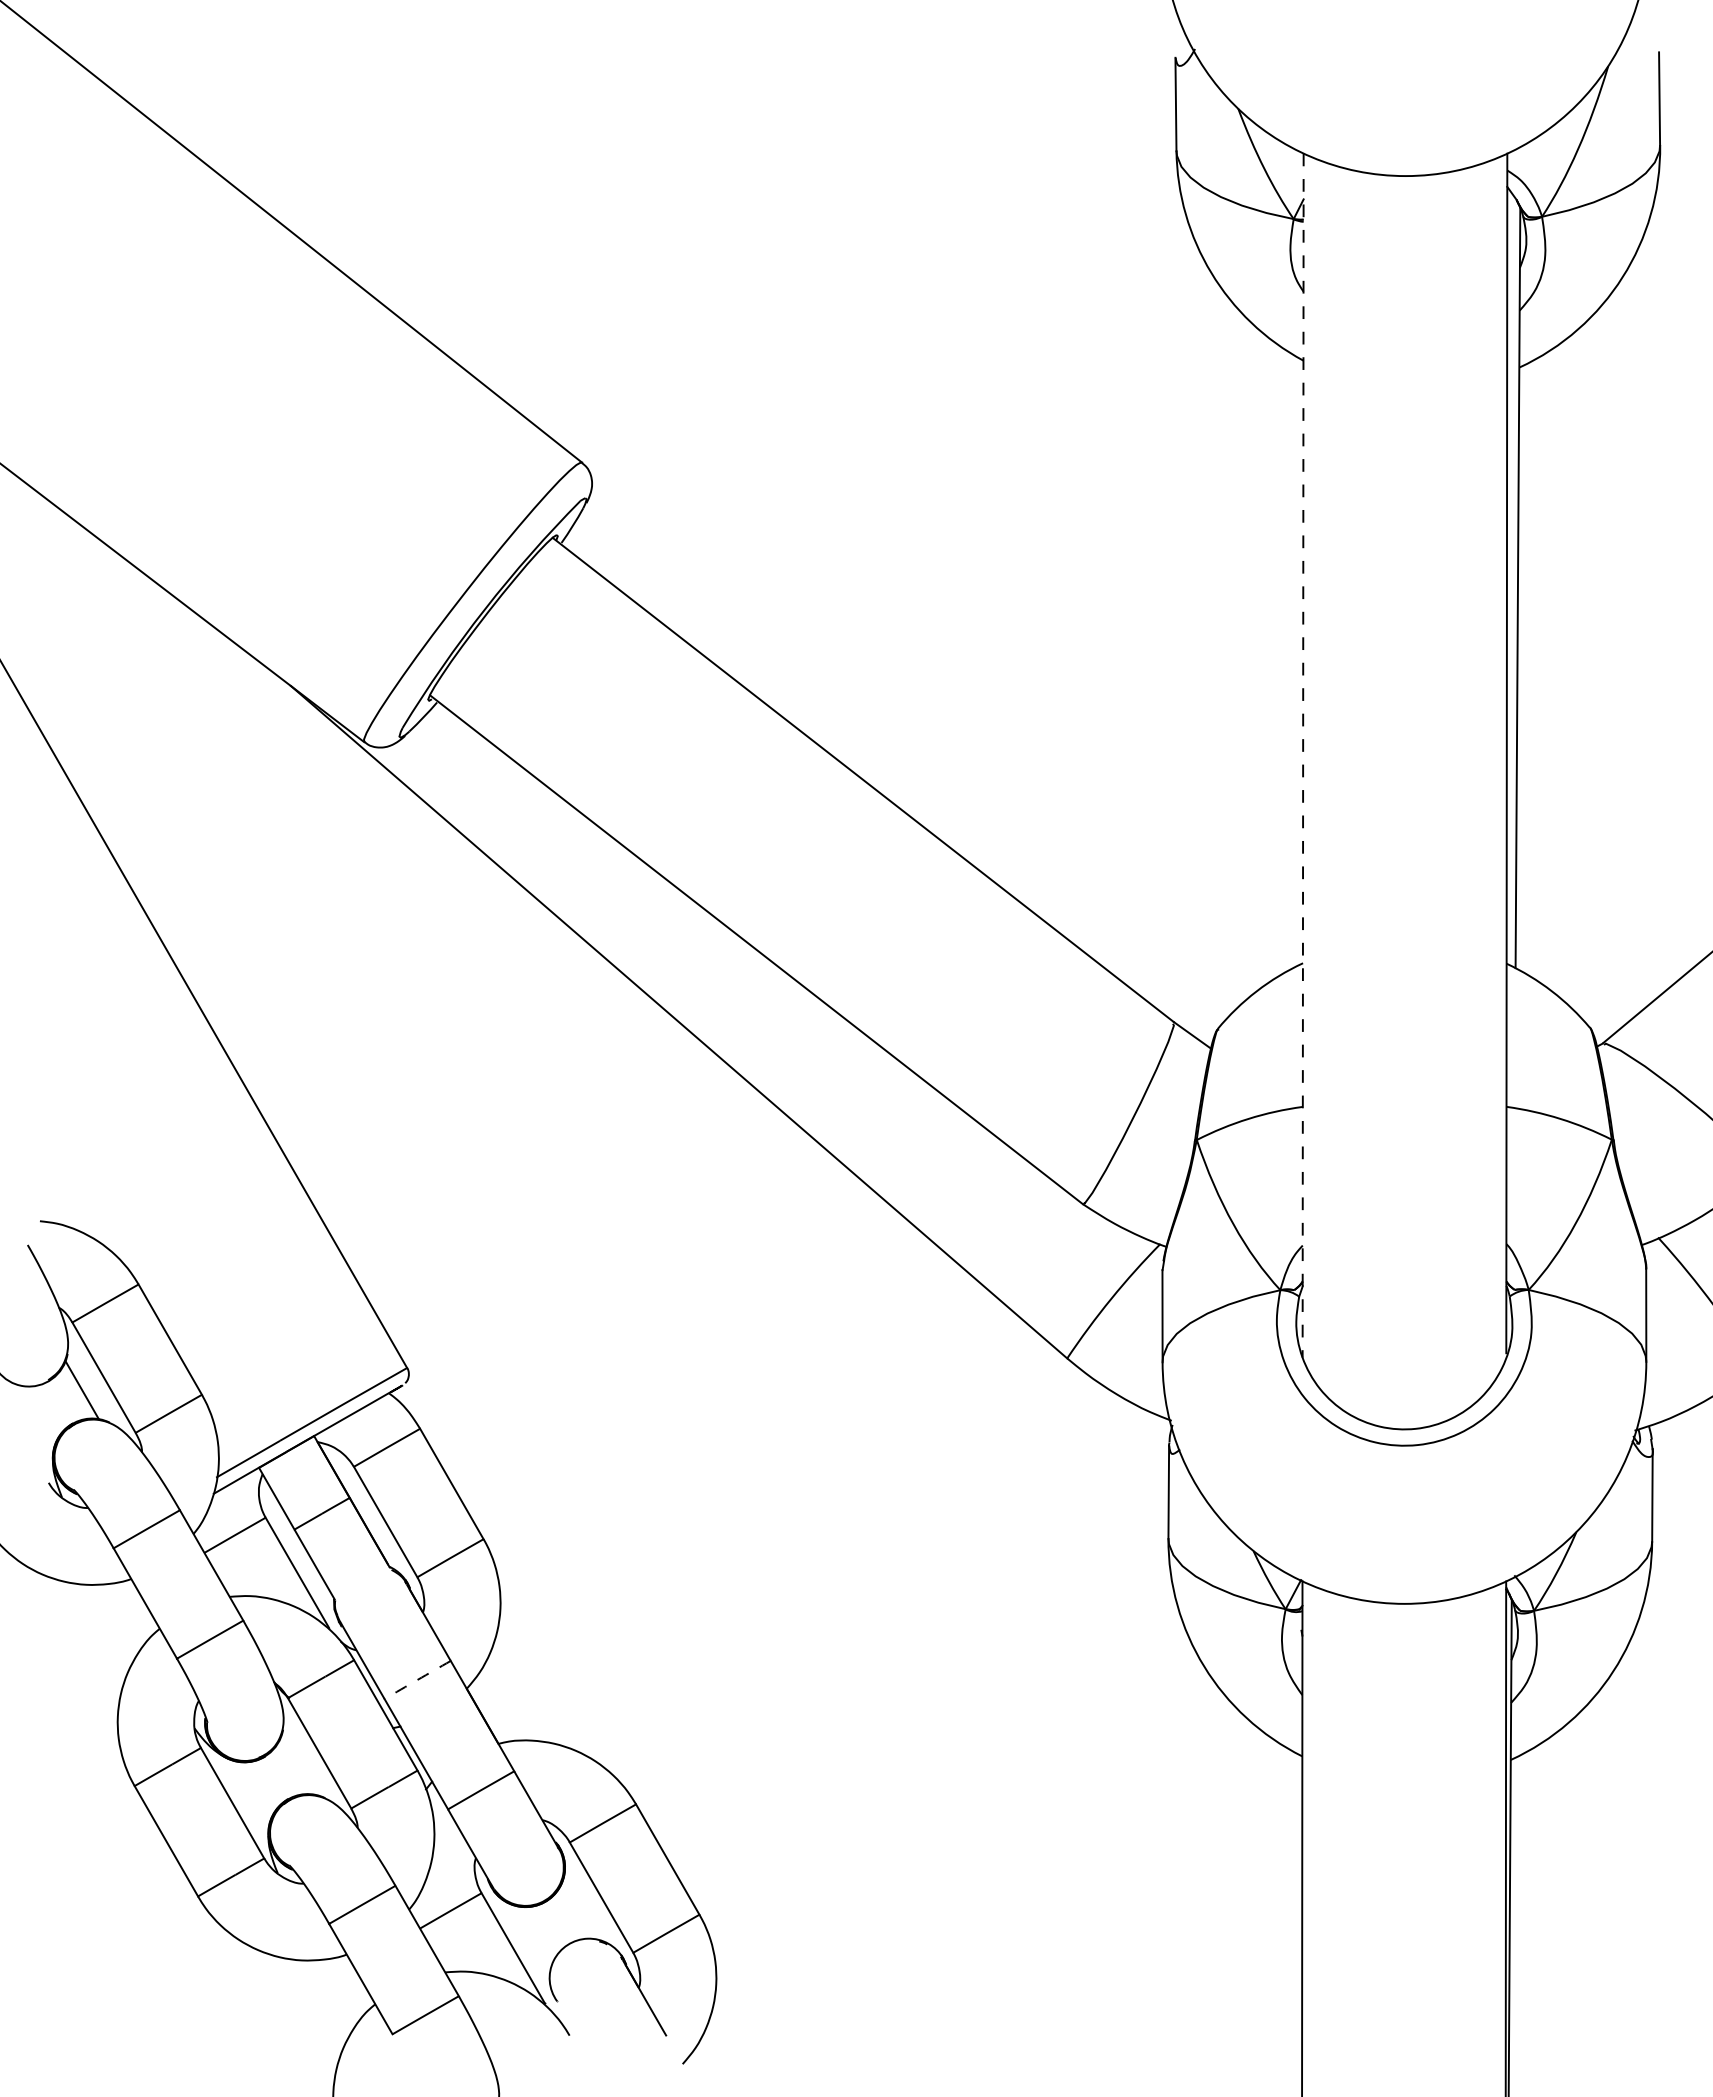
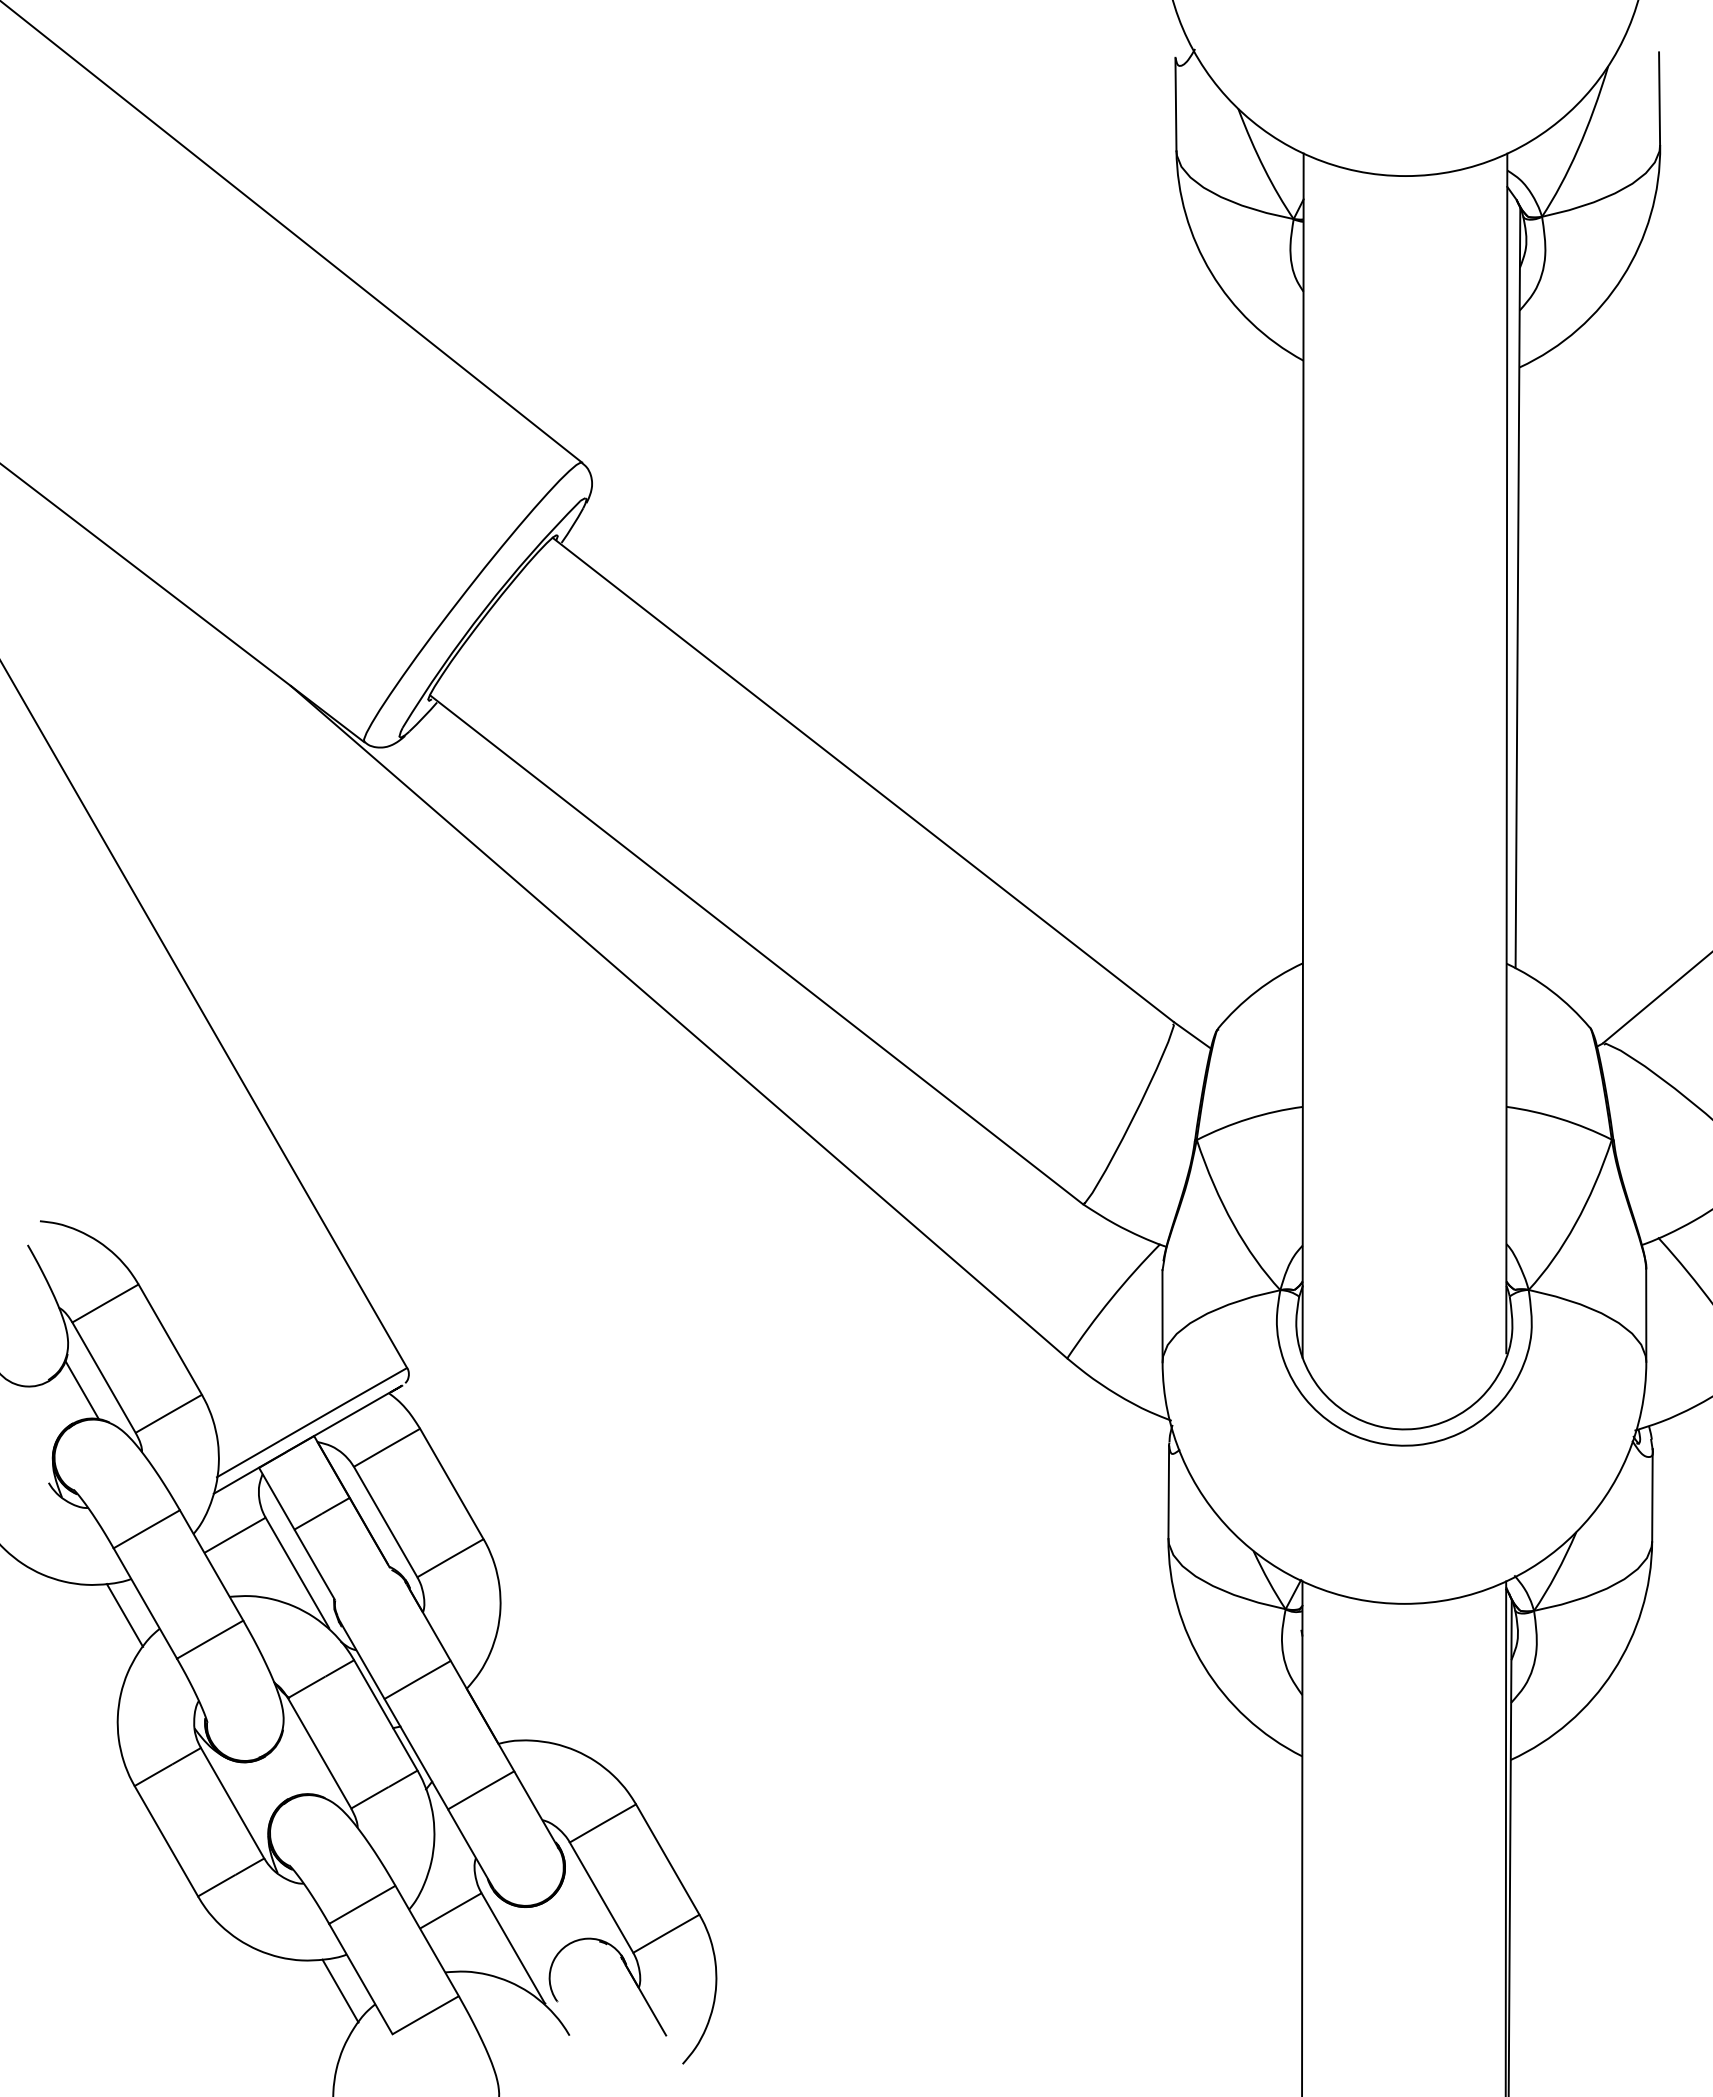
line at (1303, 756): dashed -> solid
line at (124, 1615): none -> present
arc at (417, 1679): dashed -> solid
line at (340, 1990): none -> present
